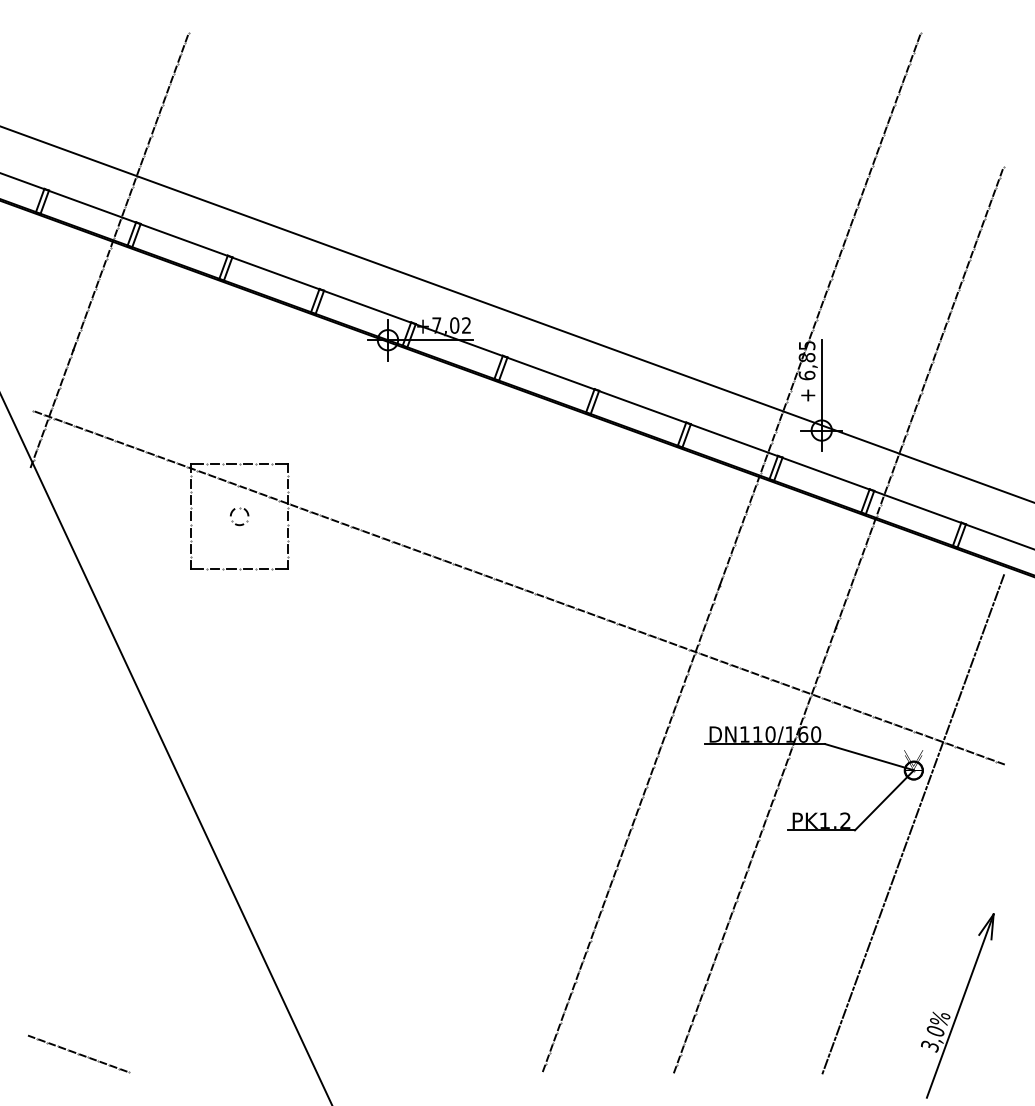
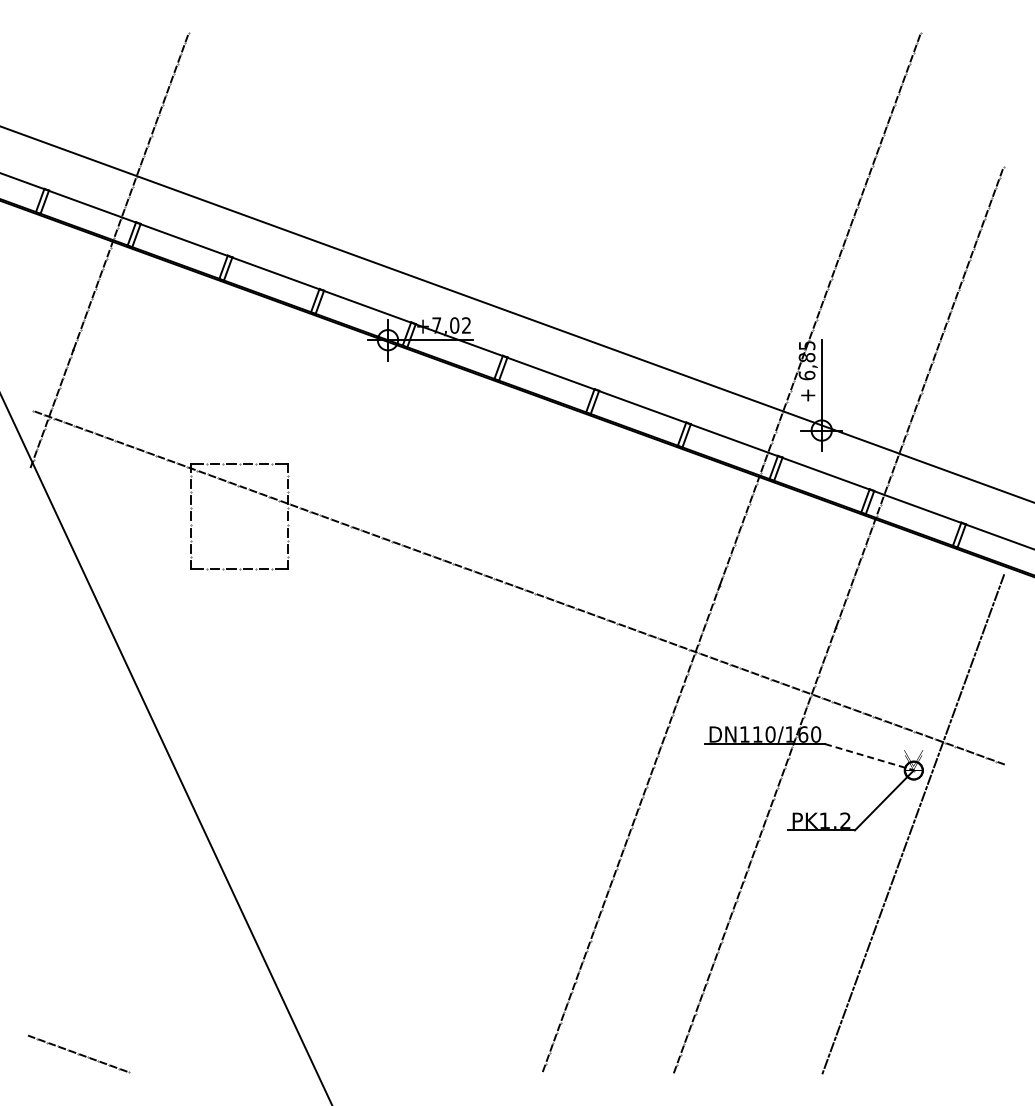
part at (240, 509): present -> none
line at (869, 757): solid -> dashed
part at (957, 1005): present -> none
